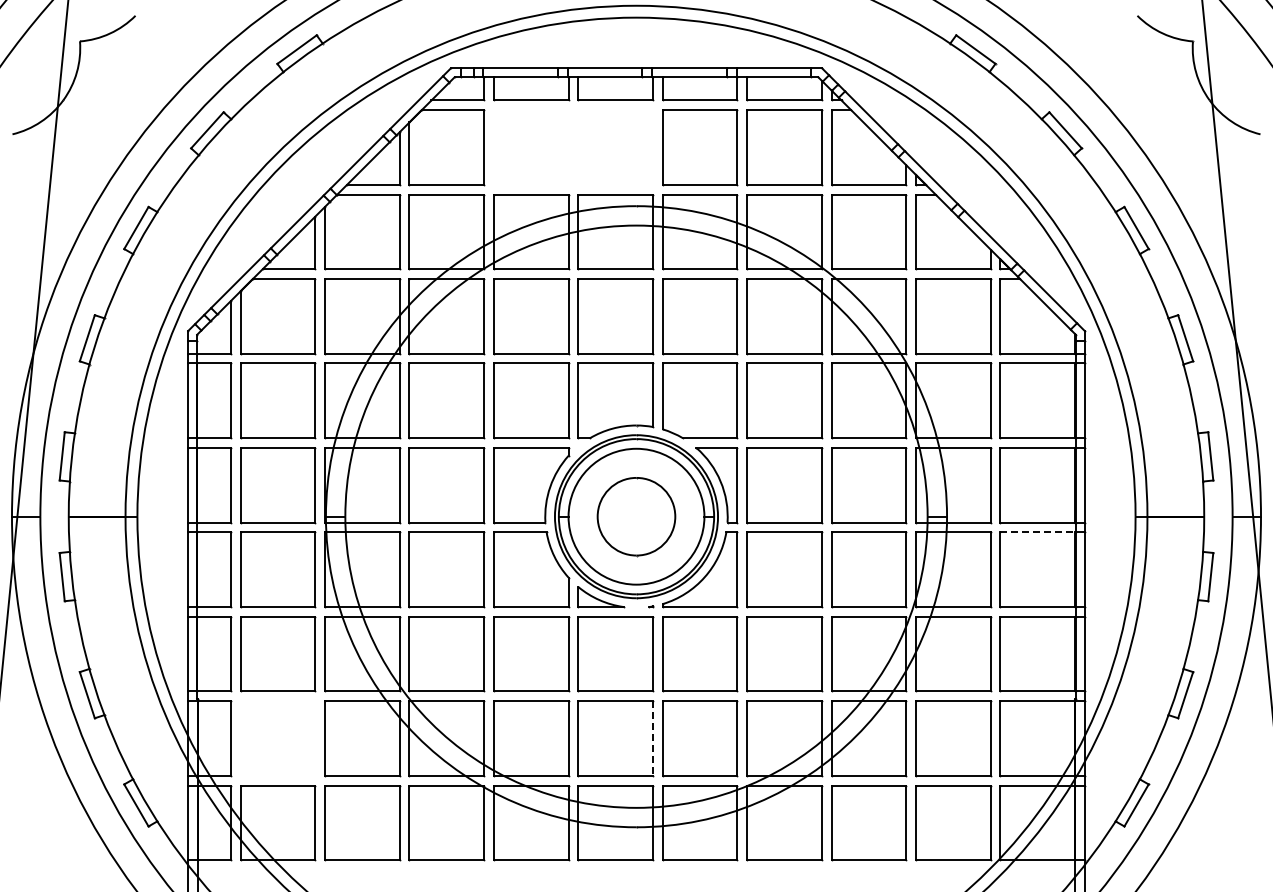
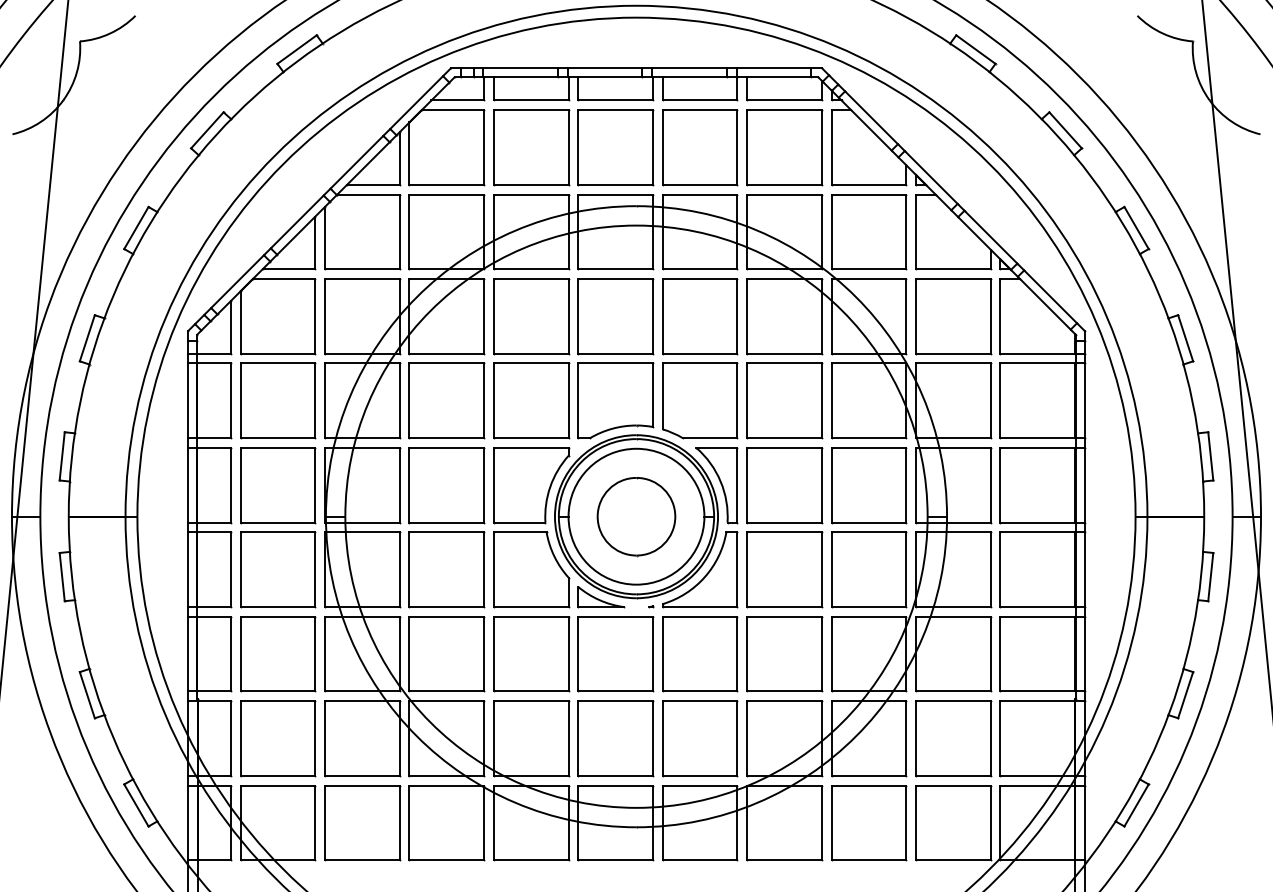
part at (573, 147): none -> present
line at (1038, 532): dashed -> solid
part at (278, 738): none -> present
line at (652, 739): dashed -> solid
